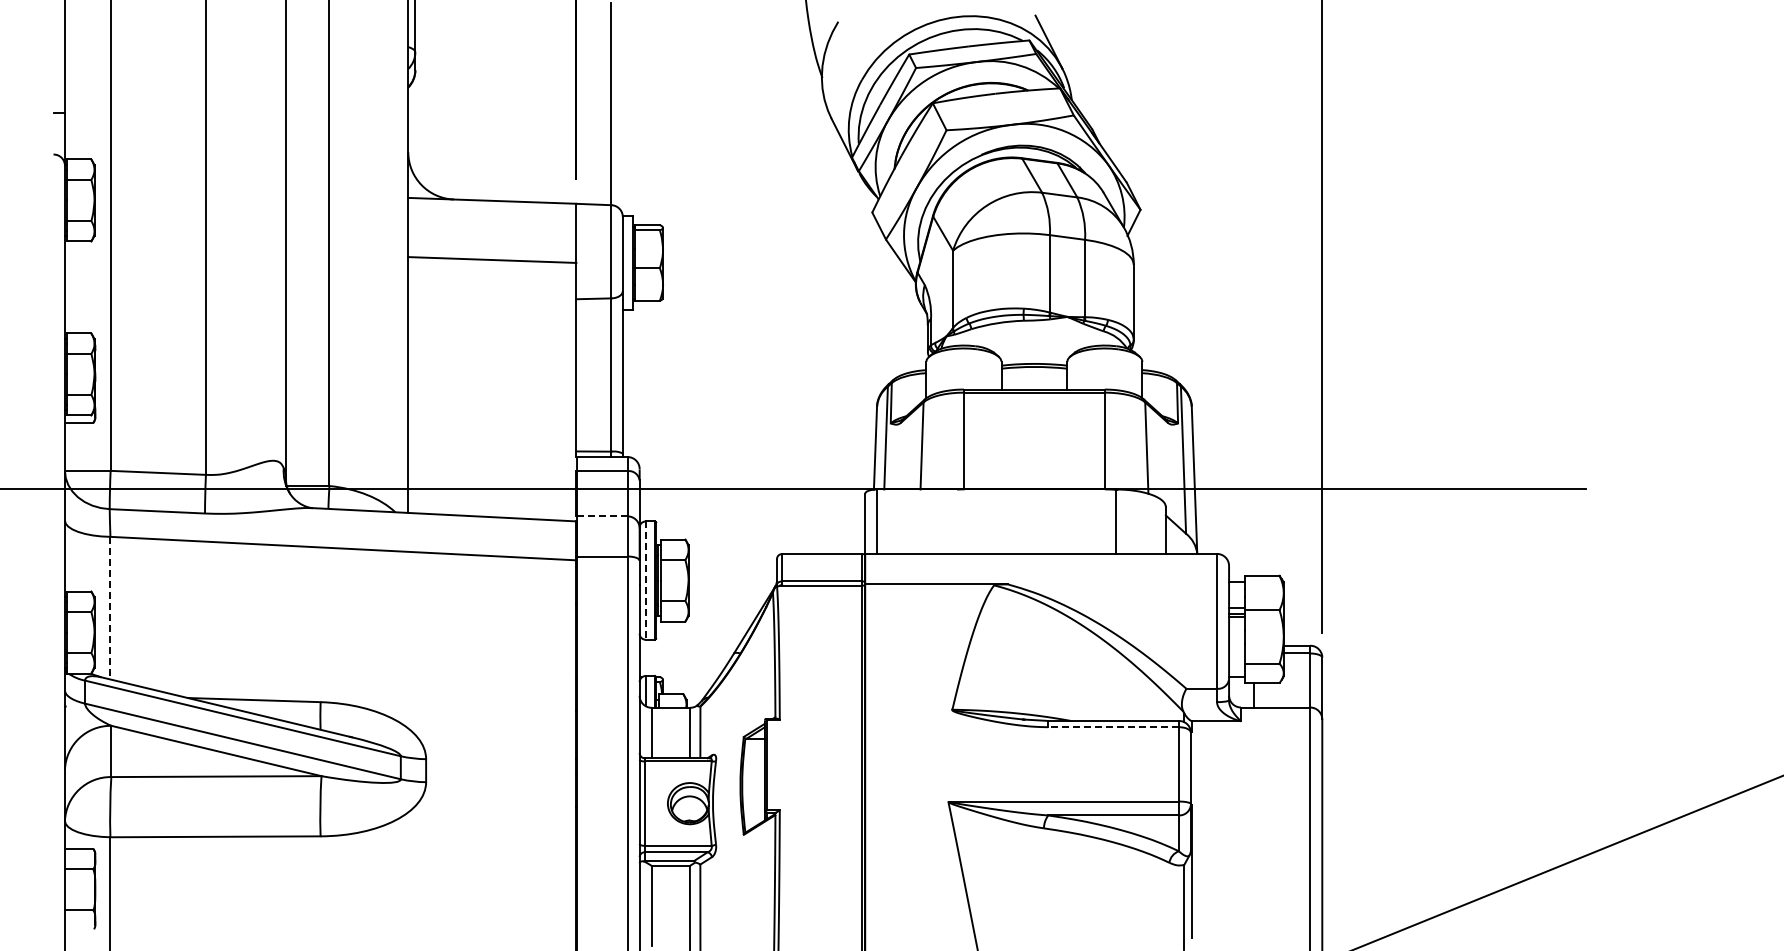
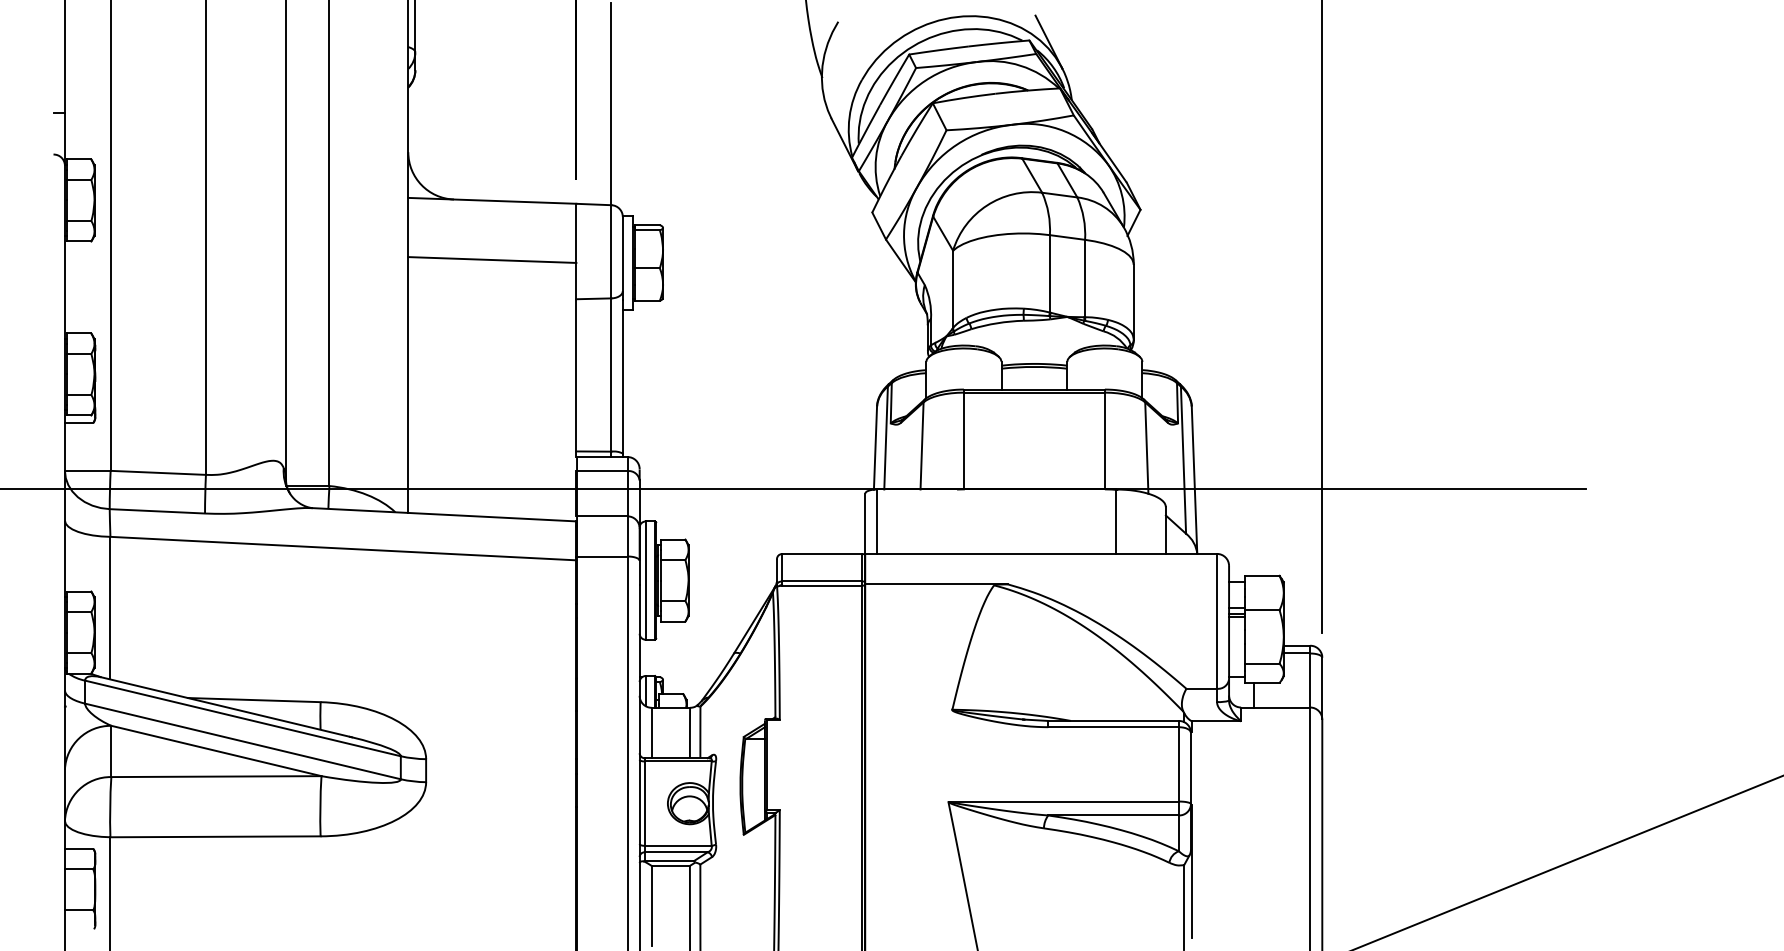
line at (601, 516): dashed -> solid
line at (645, 581): dashed -> solid
line at (110, 608): dashed -> solid
line at (1113, 727): dashed -> solid
